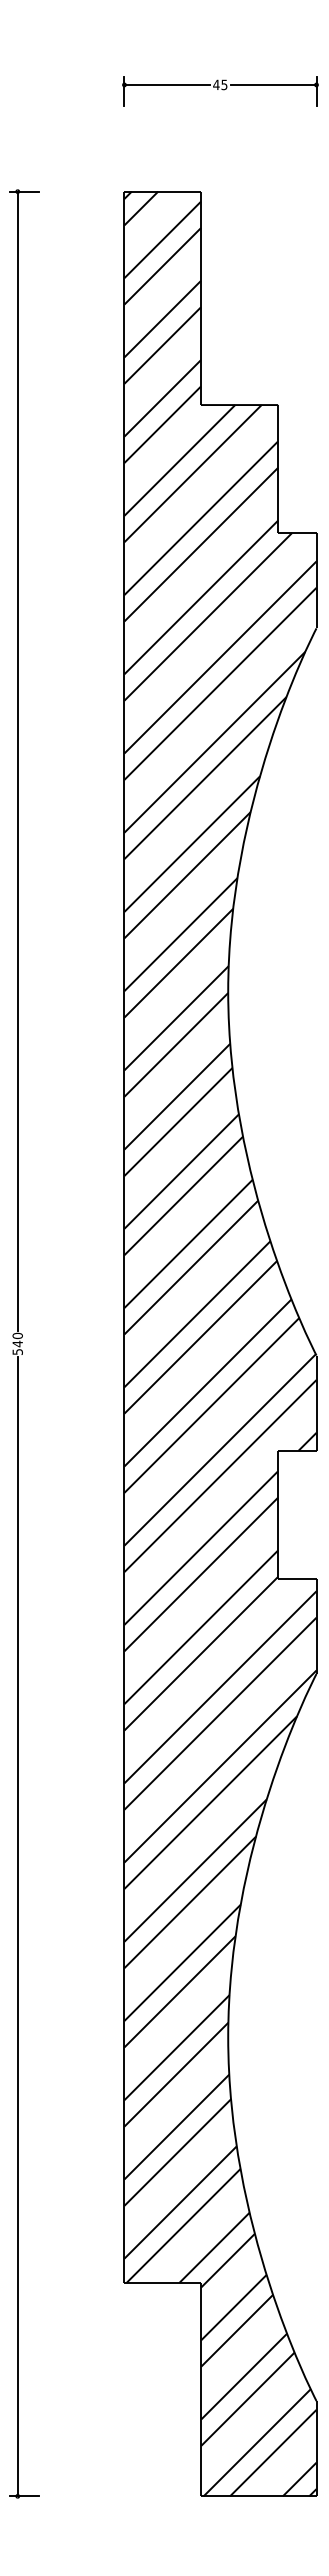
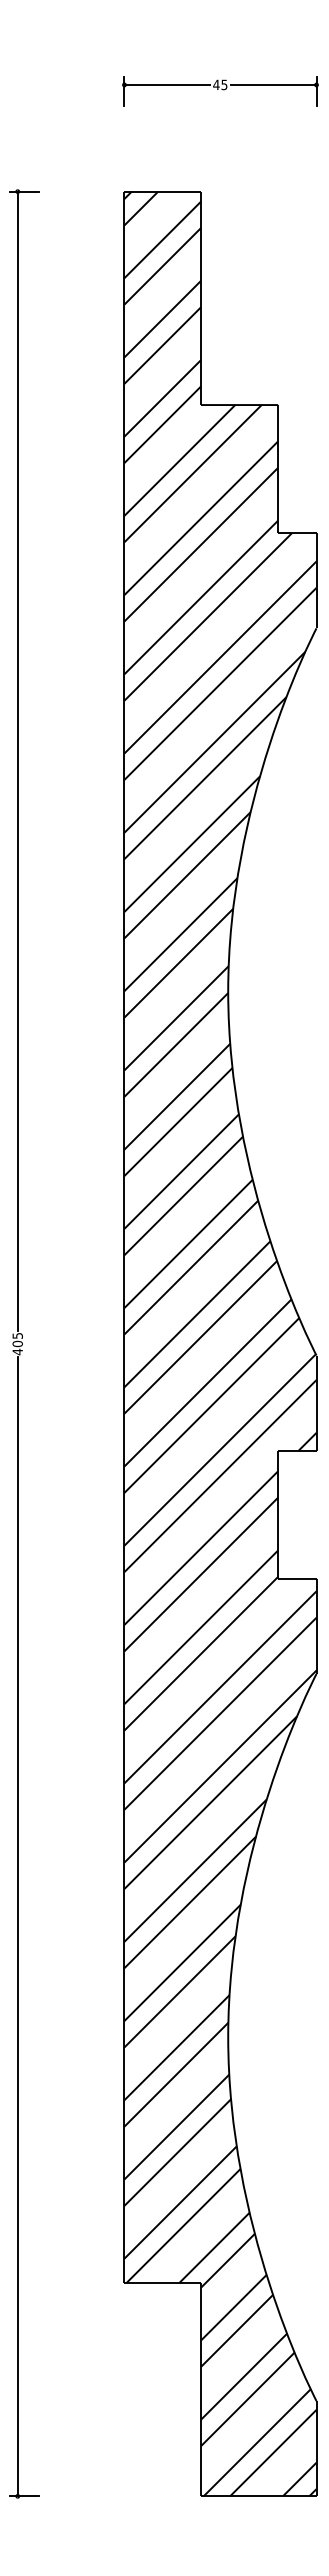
text at (17, 1343): 540 -> 405
